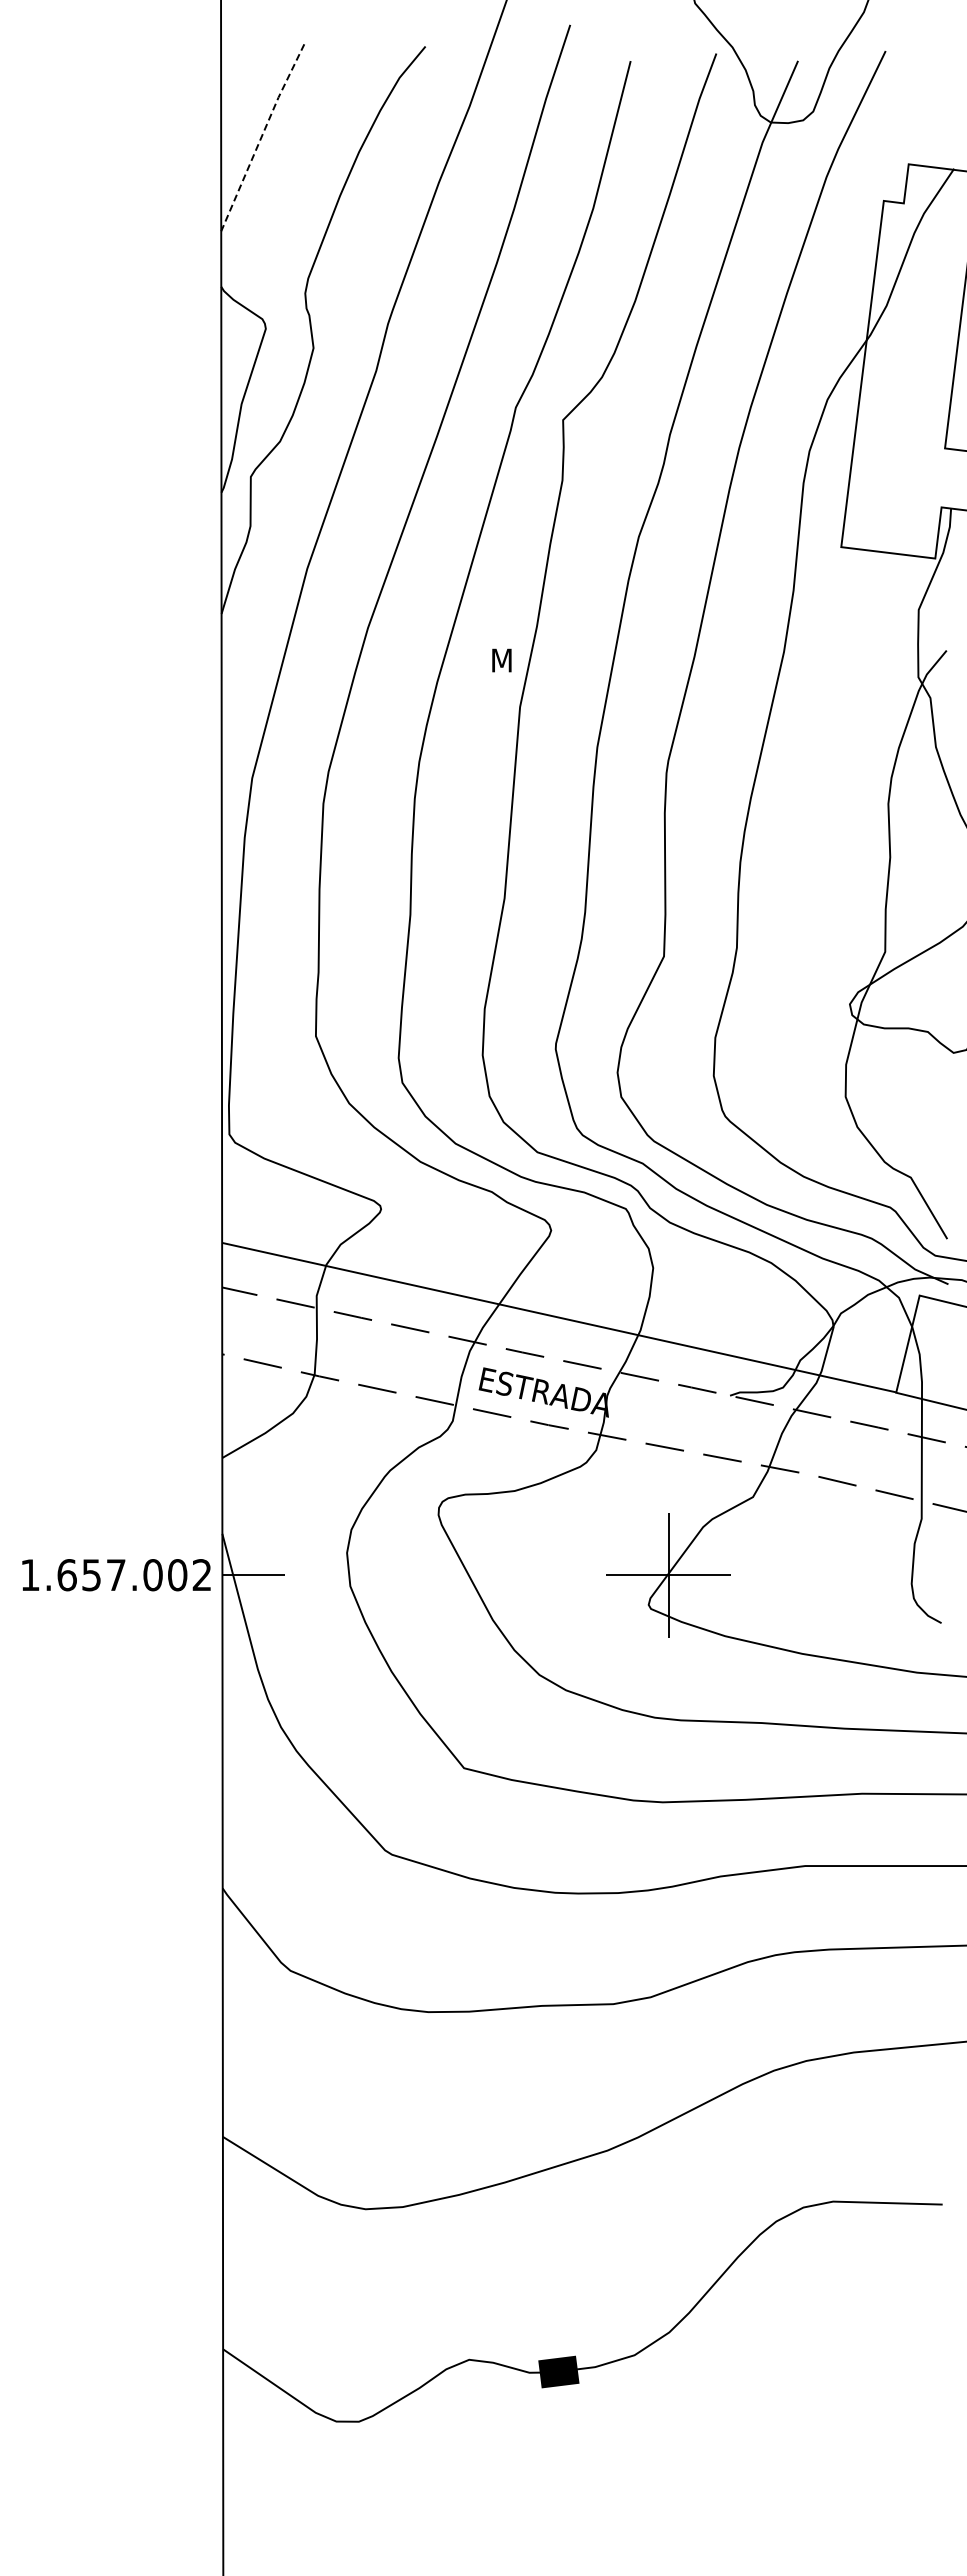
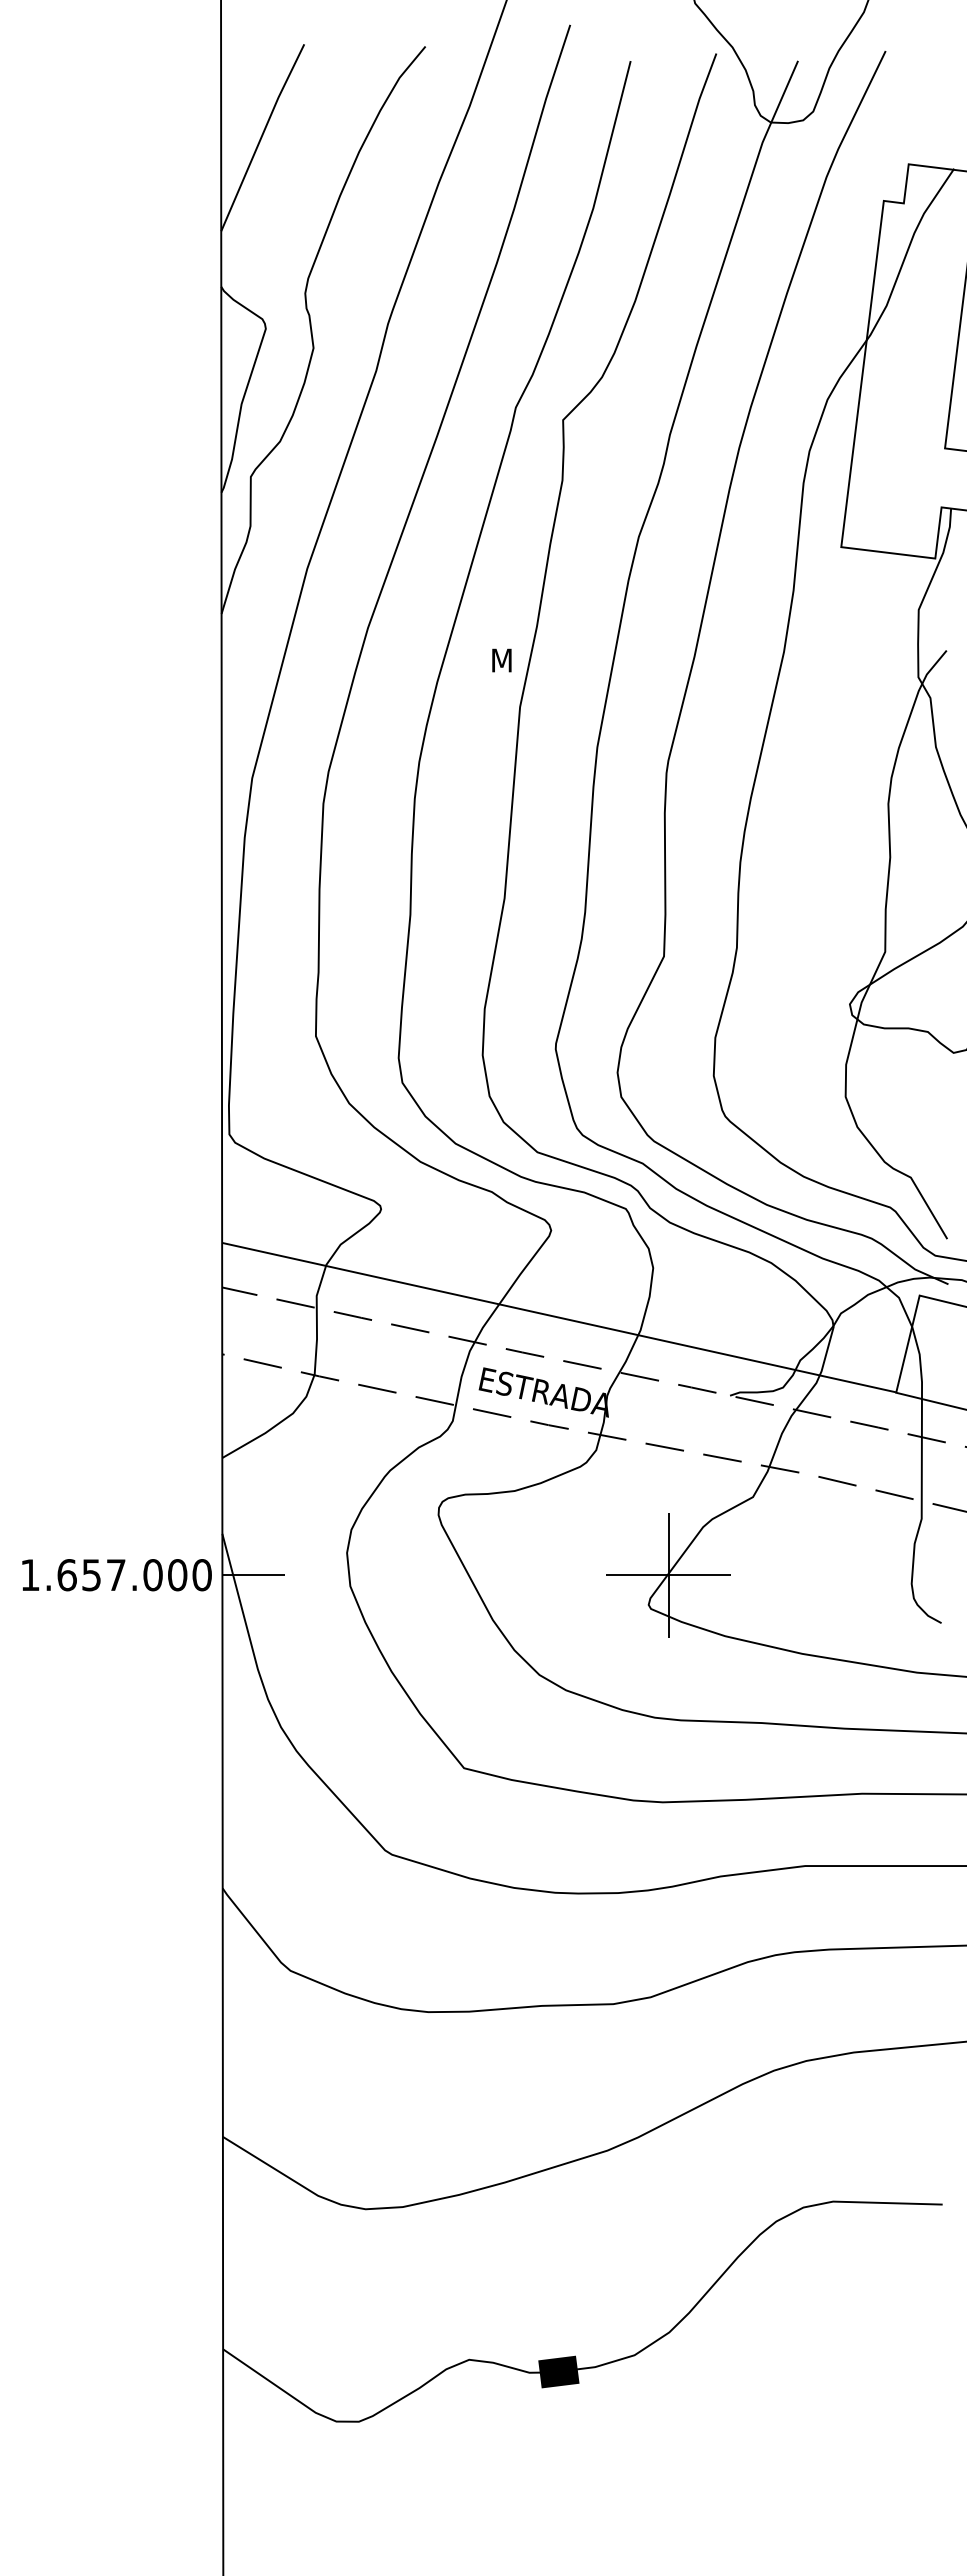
line at (261, 136): dashed -> solid
text at (201, 1575): 1.657.002 -> 1.657.000
